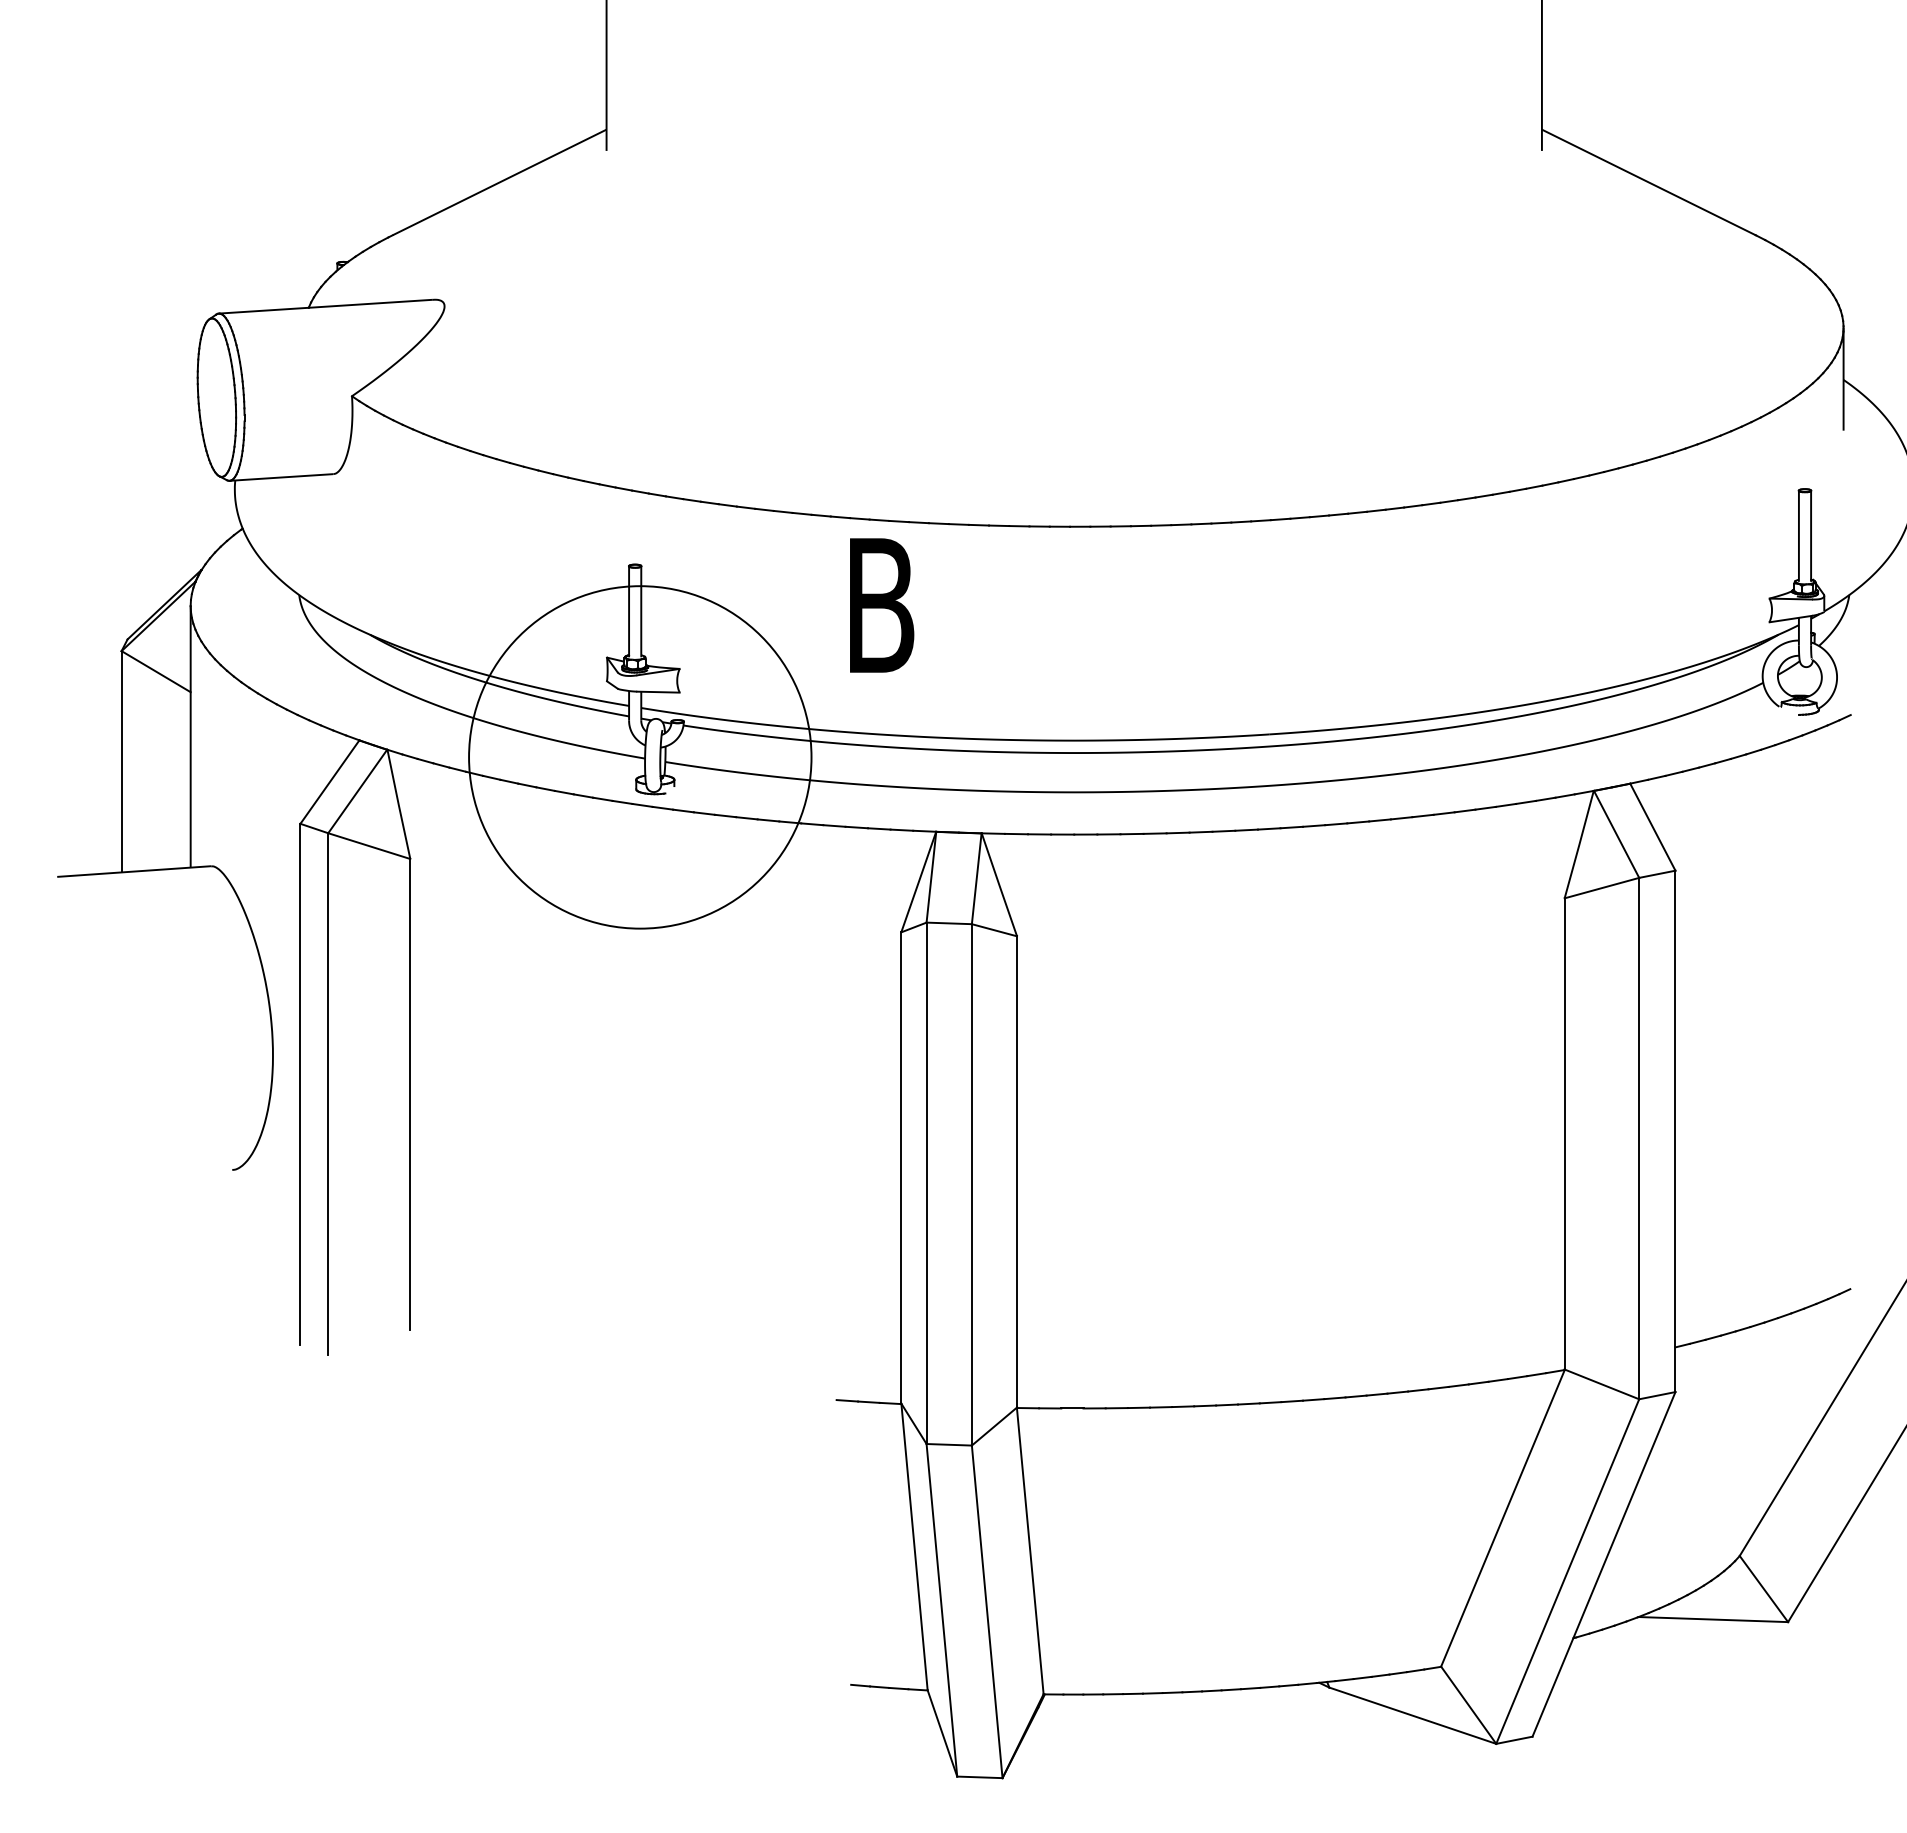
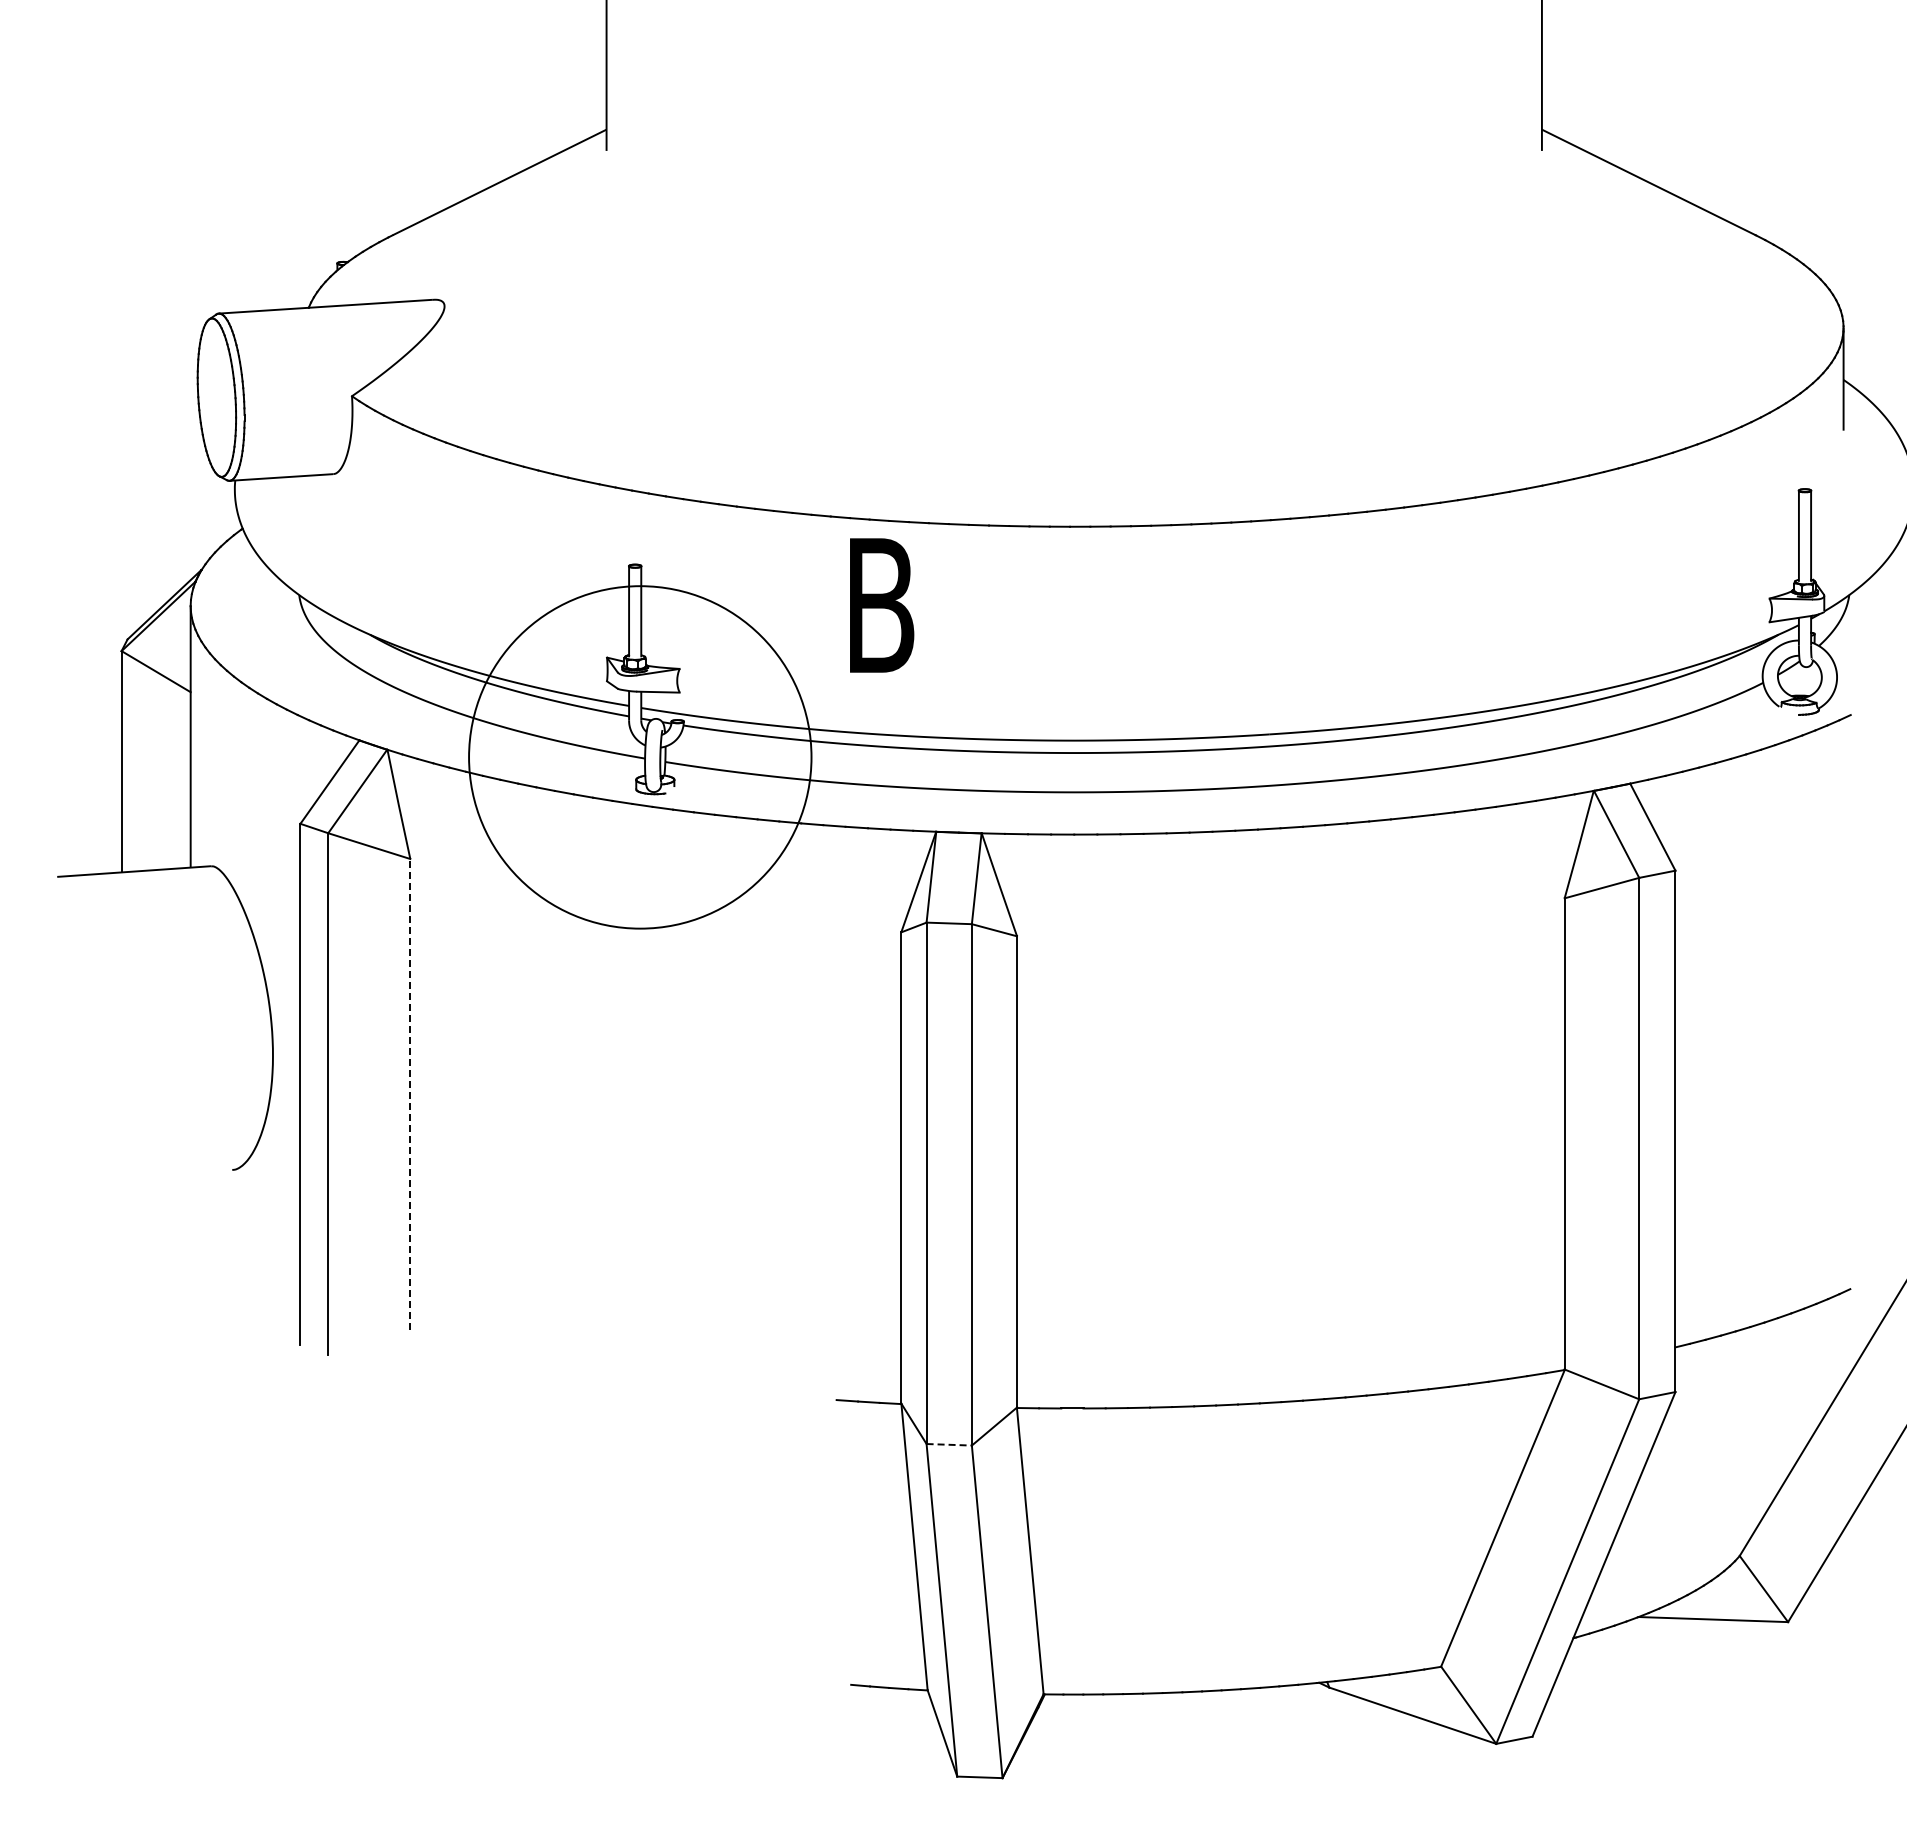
line at (410, 1094): solid -> dashed
line at (949, 1444): solid -> dashed
